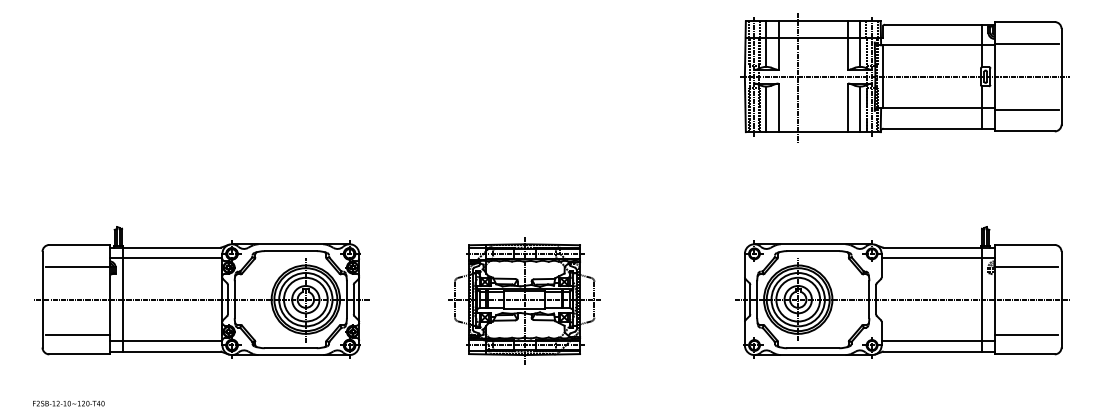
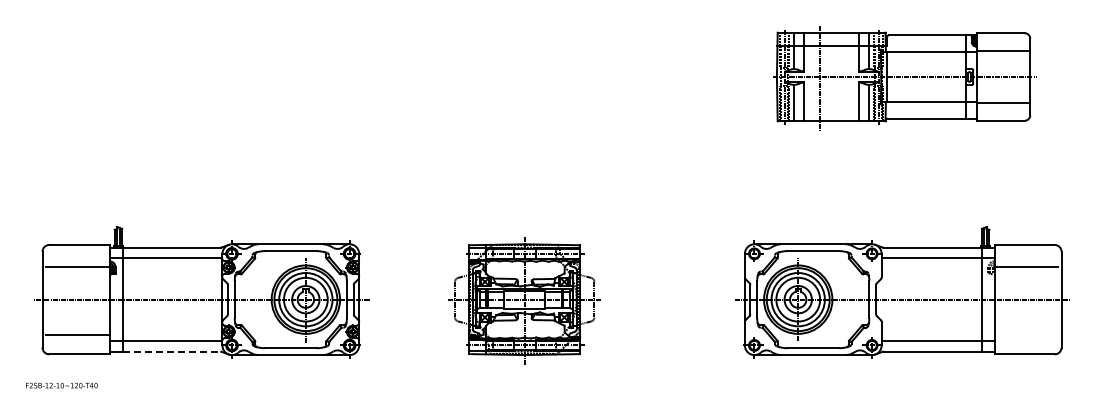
part at (904, 77) size: 330x130 px -> 264x105 px
line at (1025, 335): present -> none
line at (172, 351): solid -> dashed
text at (68, 403) position: (68, 403) -> (61, 385)
